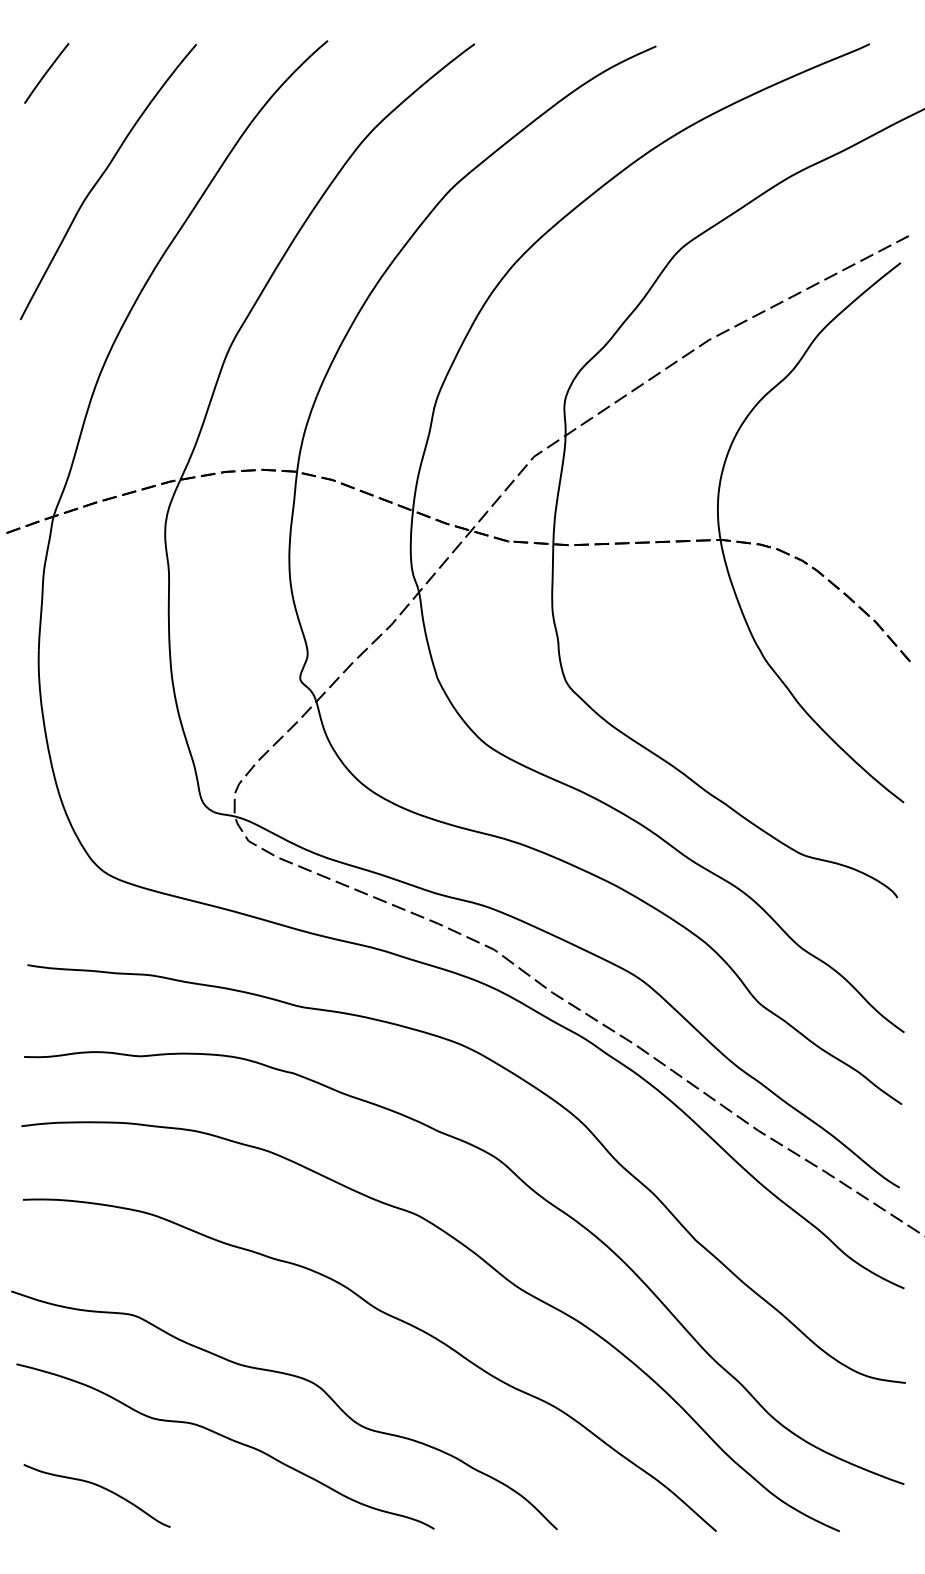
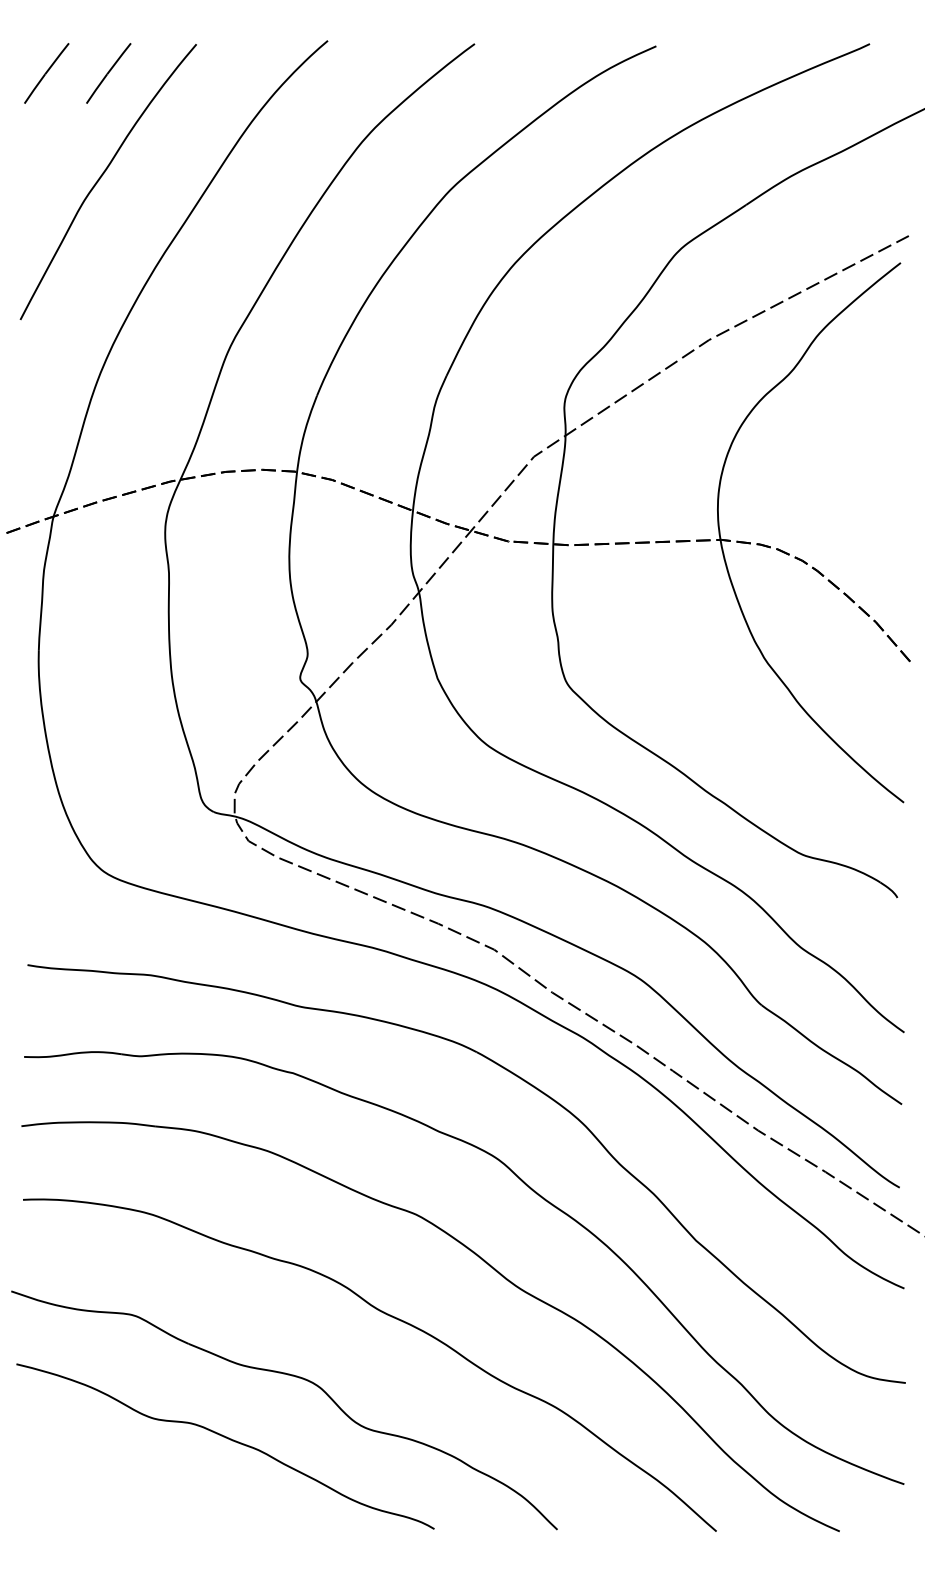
line at (108, 73): none -> present
curve at (100, 1487): present -> none
